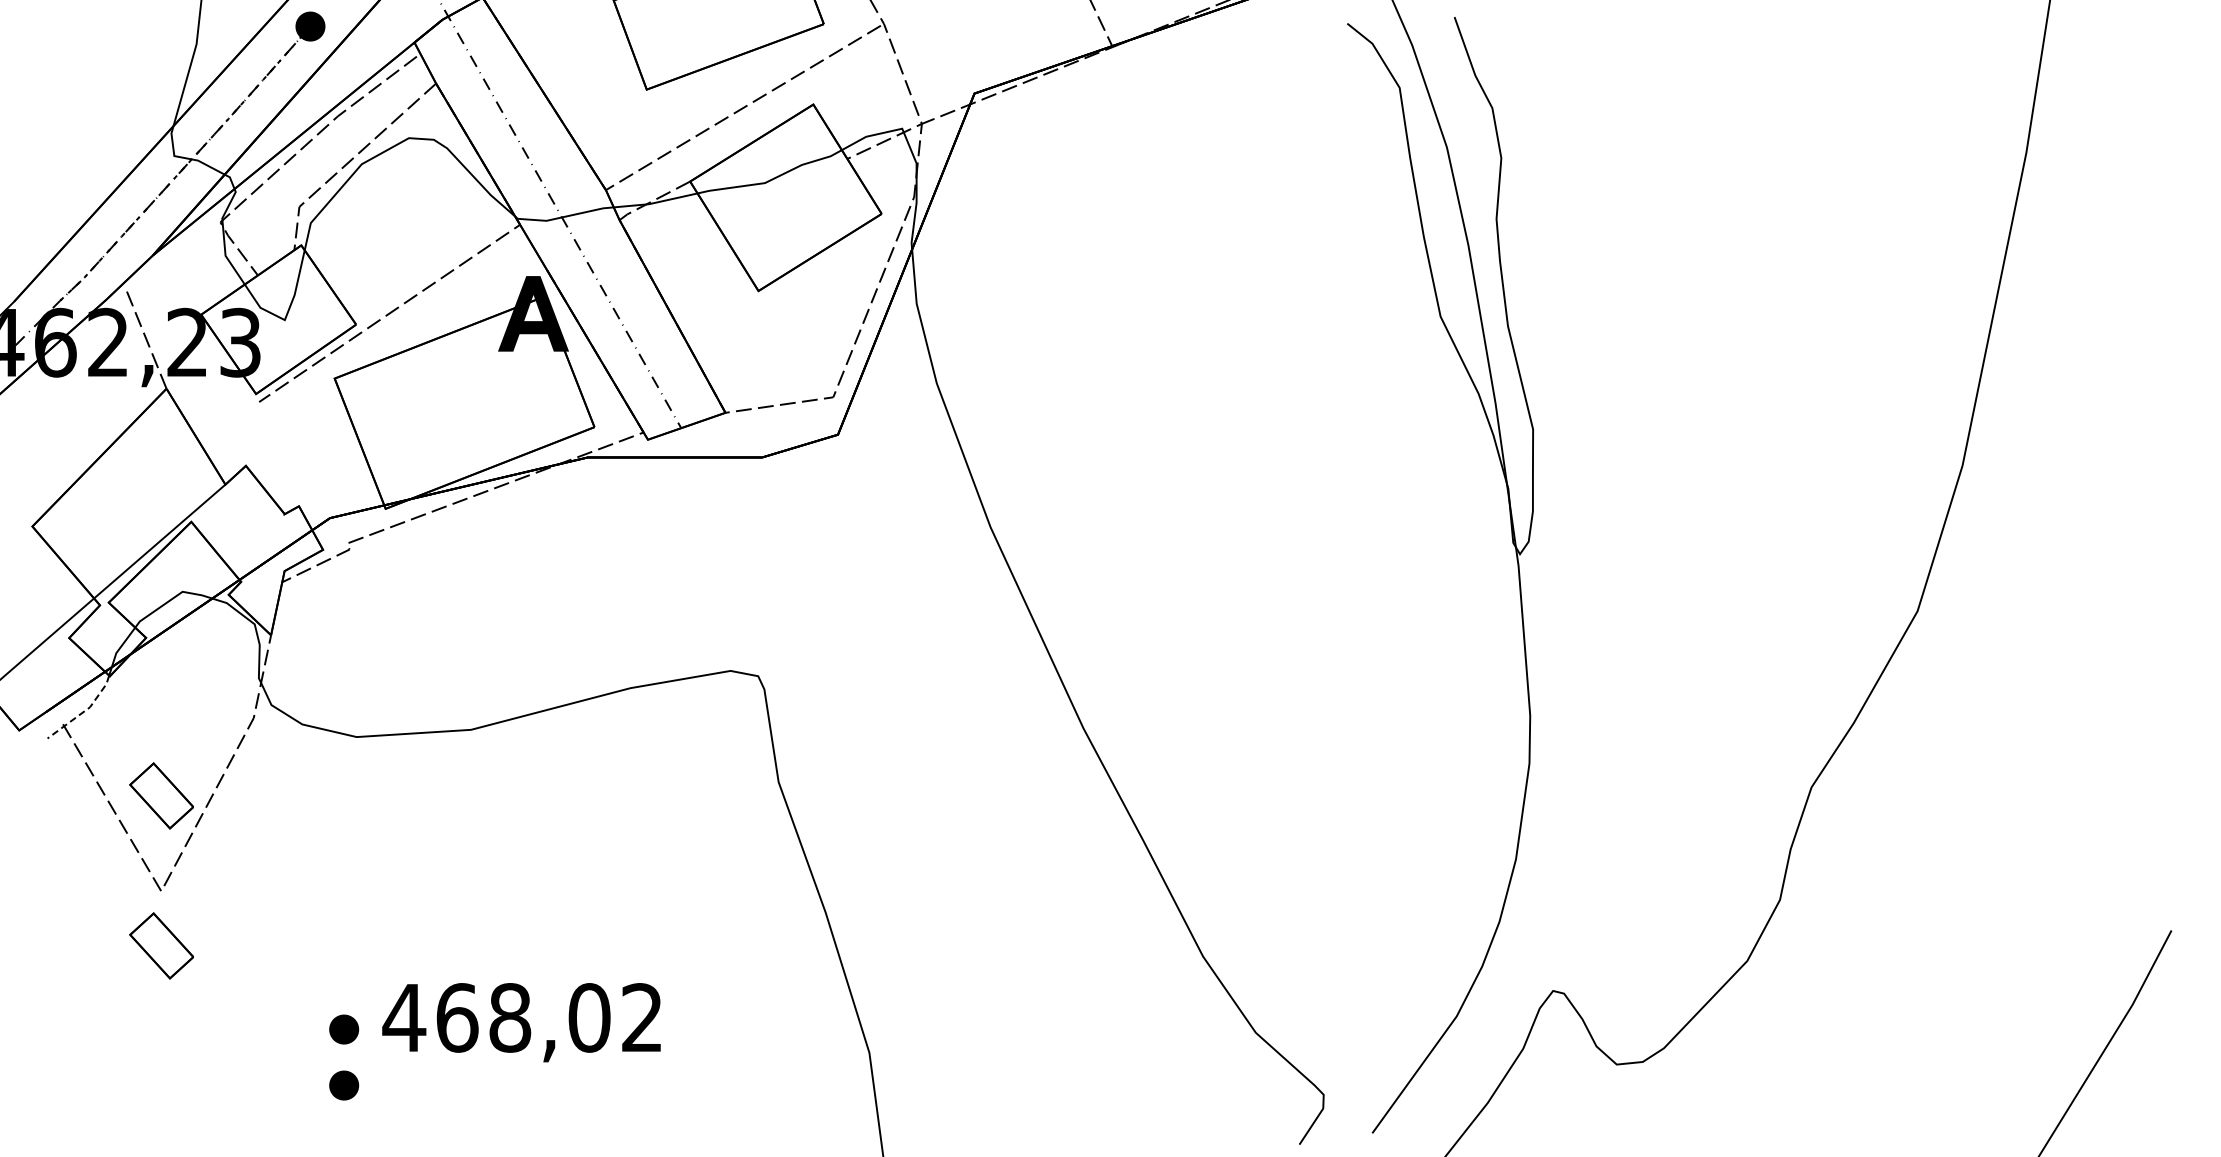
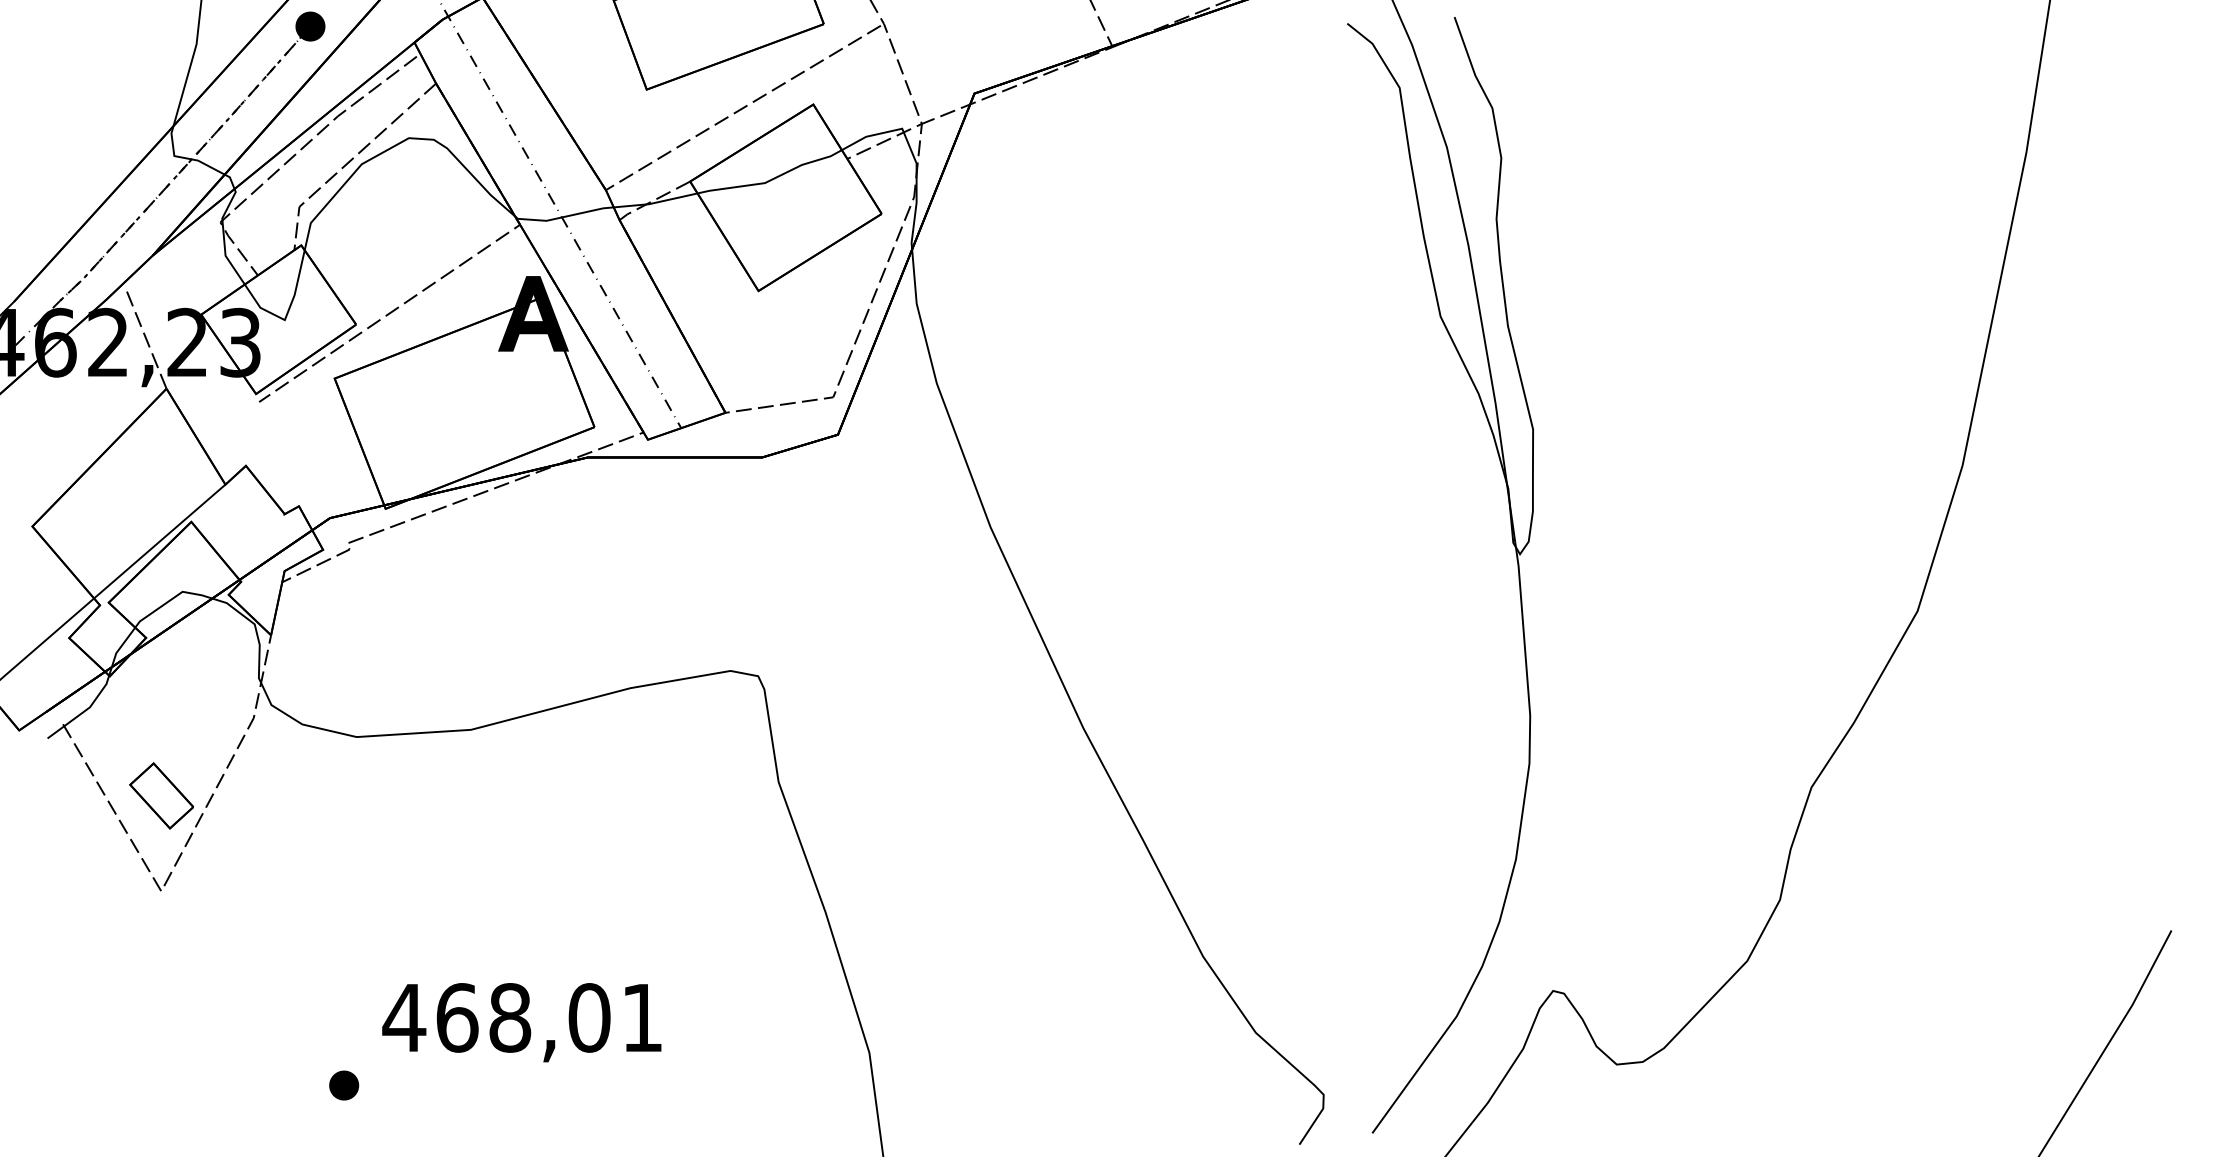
line at (84, 711): dashed -> solid
part at (161, 945): present -> none
text at (641, 1017): 468,02 -> 468,01
part at (344, 1029): present -> none
